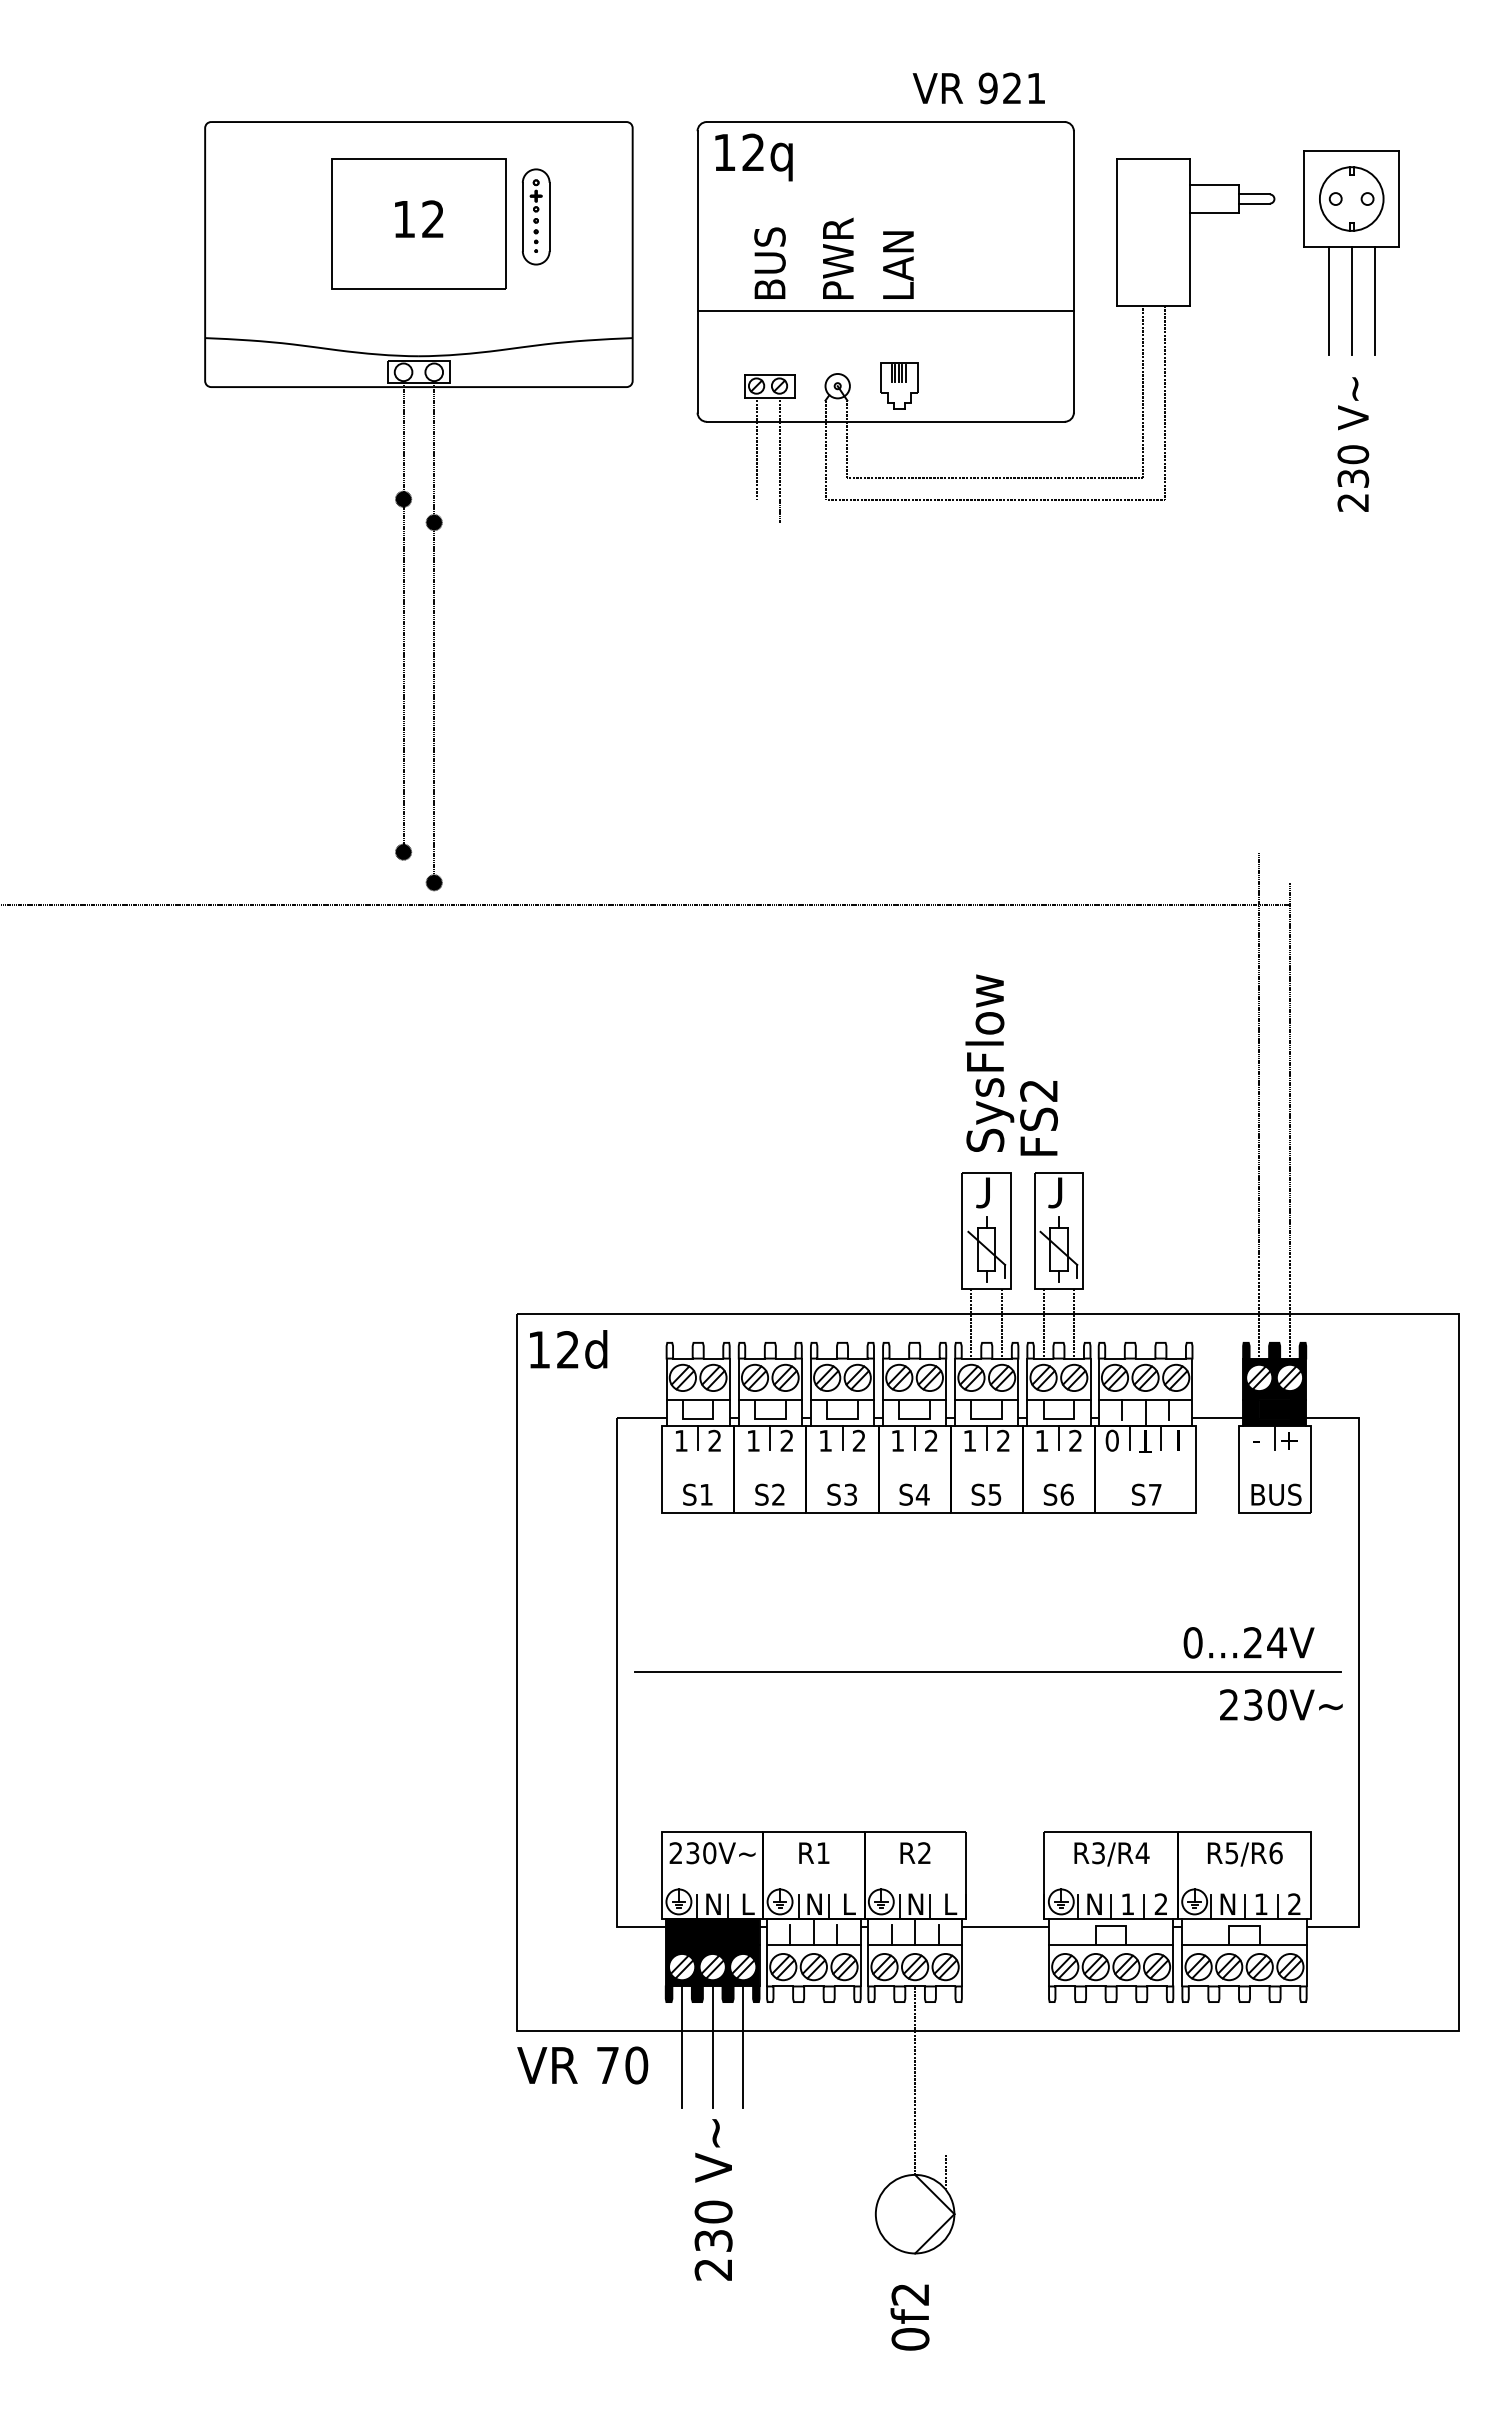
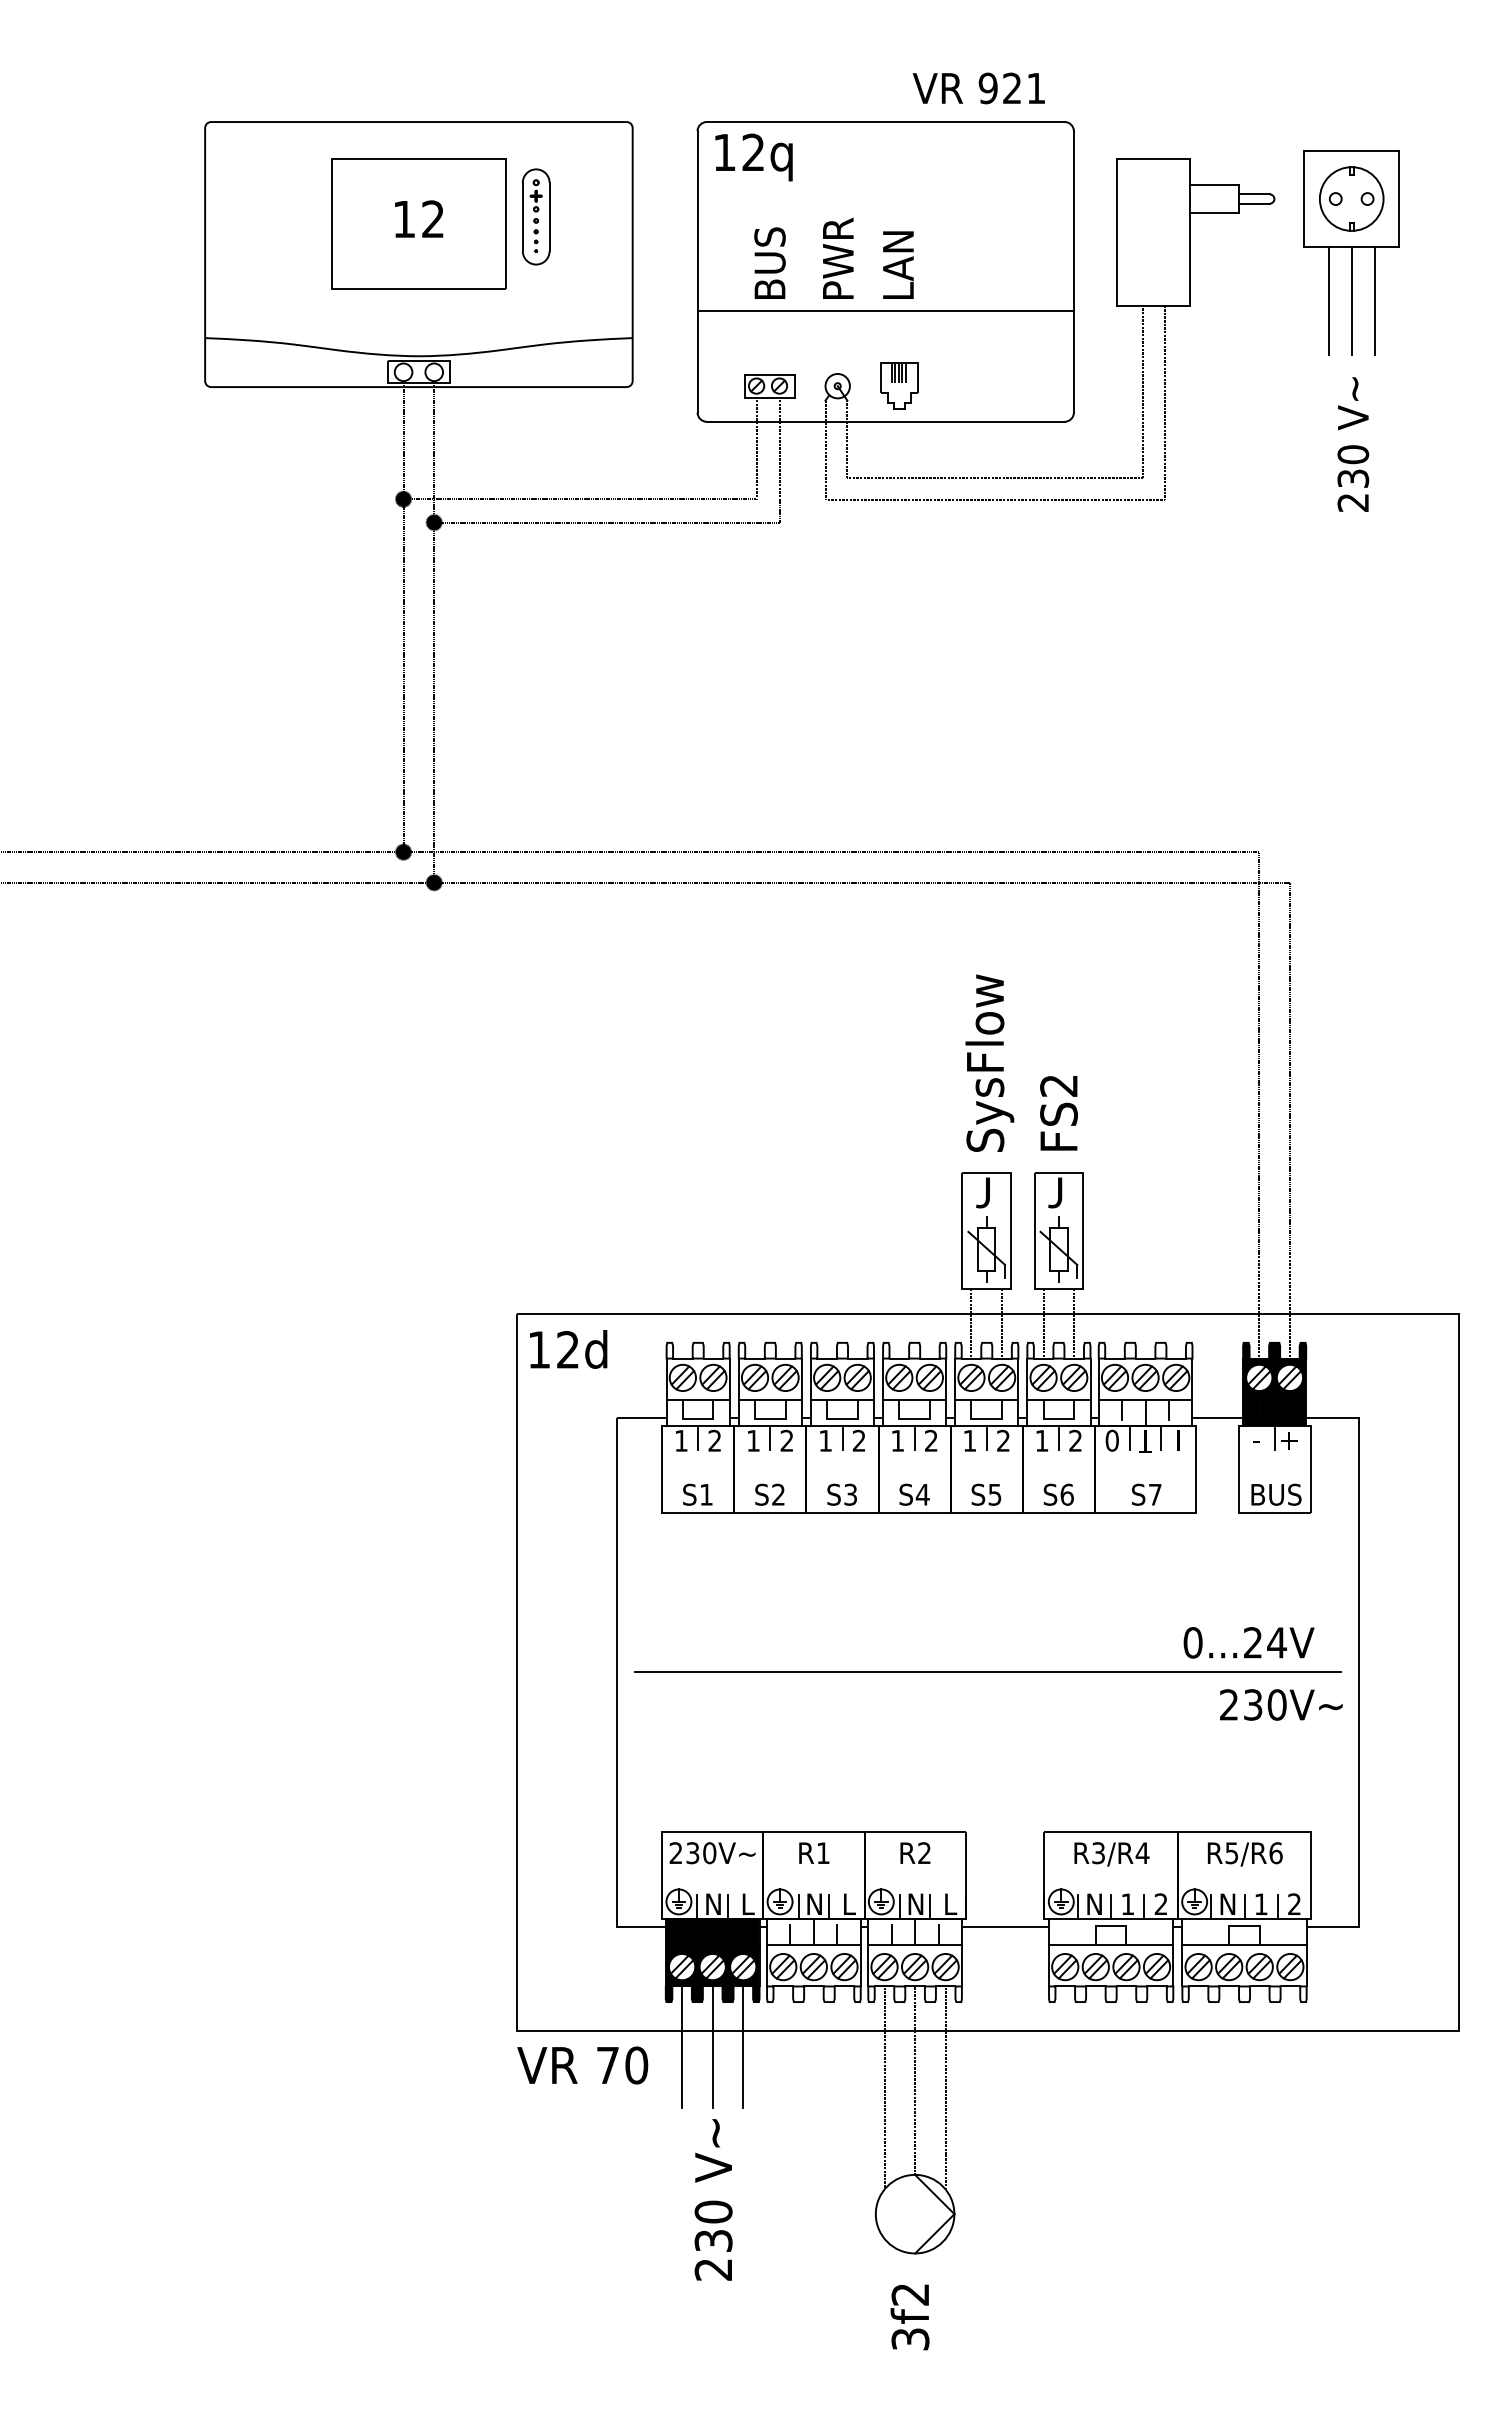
line at (579, 499): none -> present
line at (606, 522): none -> present
line at (630, 852): none -> present
line at (645, 904) position: (645, 904) -> (645, 882)
text at (1038, 1118) position: (1038, 1118) -> (1058, 1113)
line at (945, 2070): none -> present
line at (884, 2087): none -> present
text at (910, 2339): 0f2 -> 3f2
